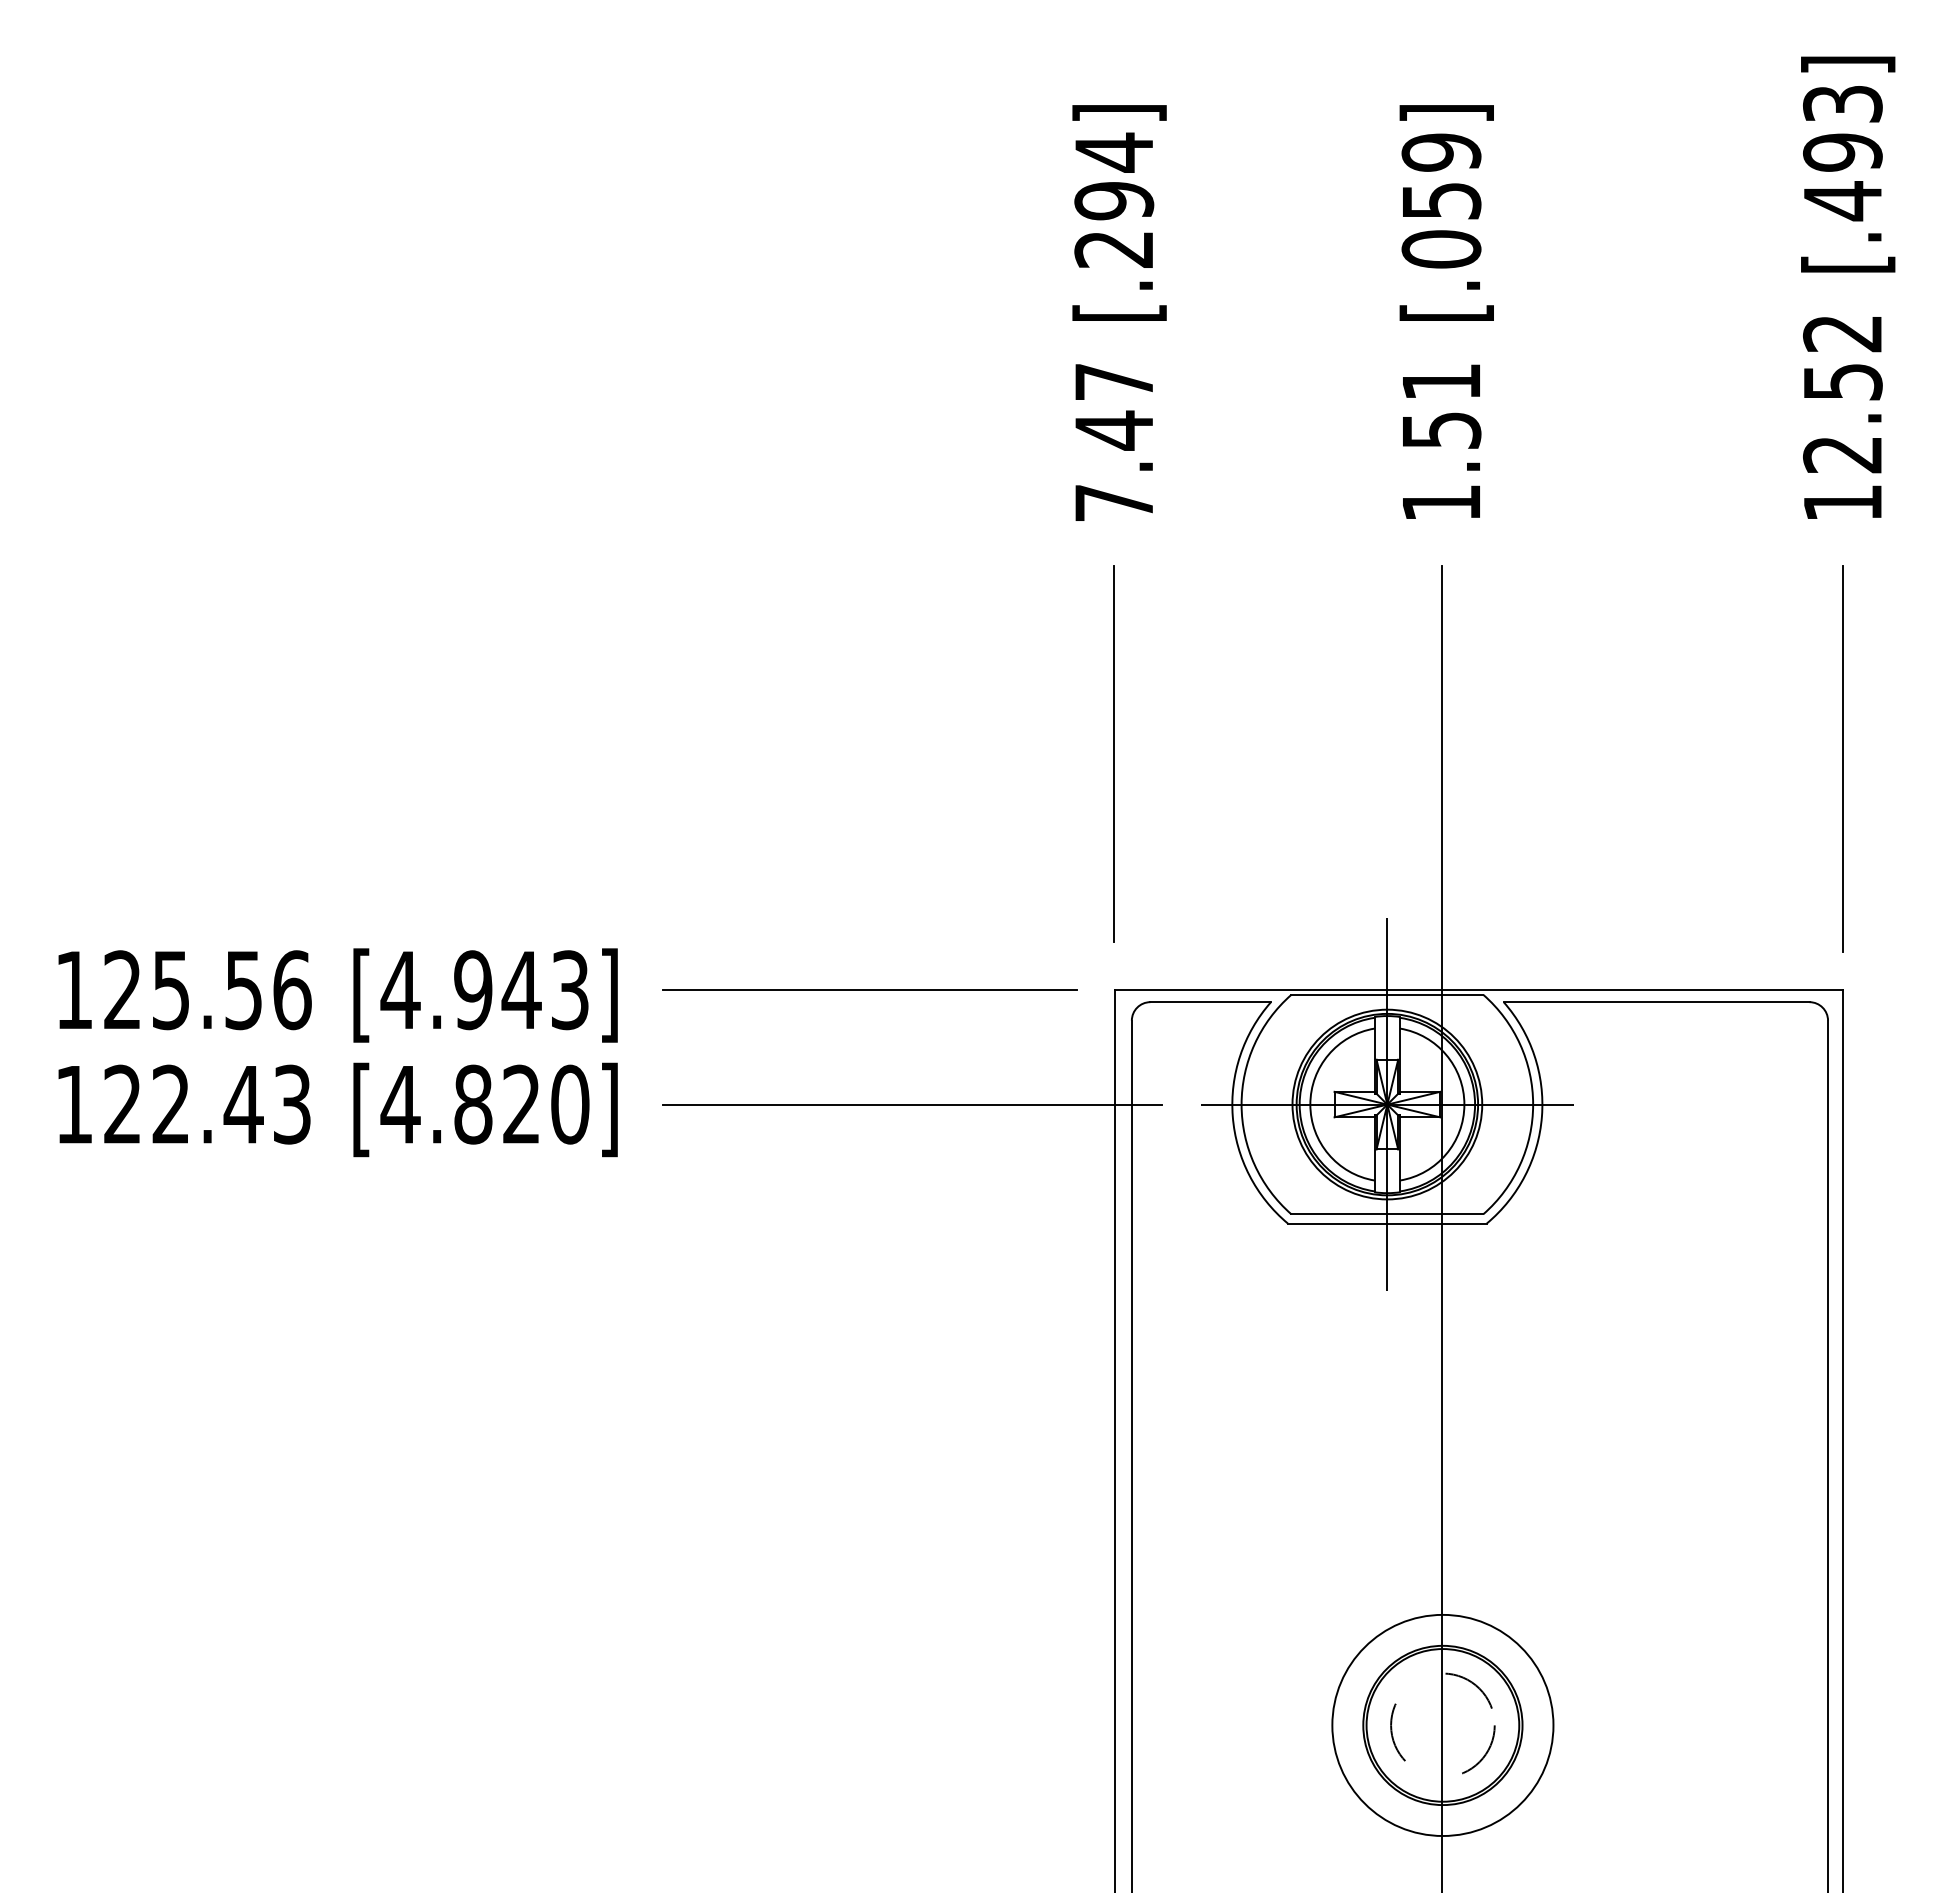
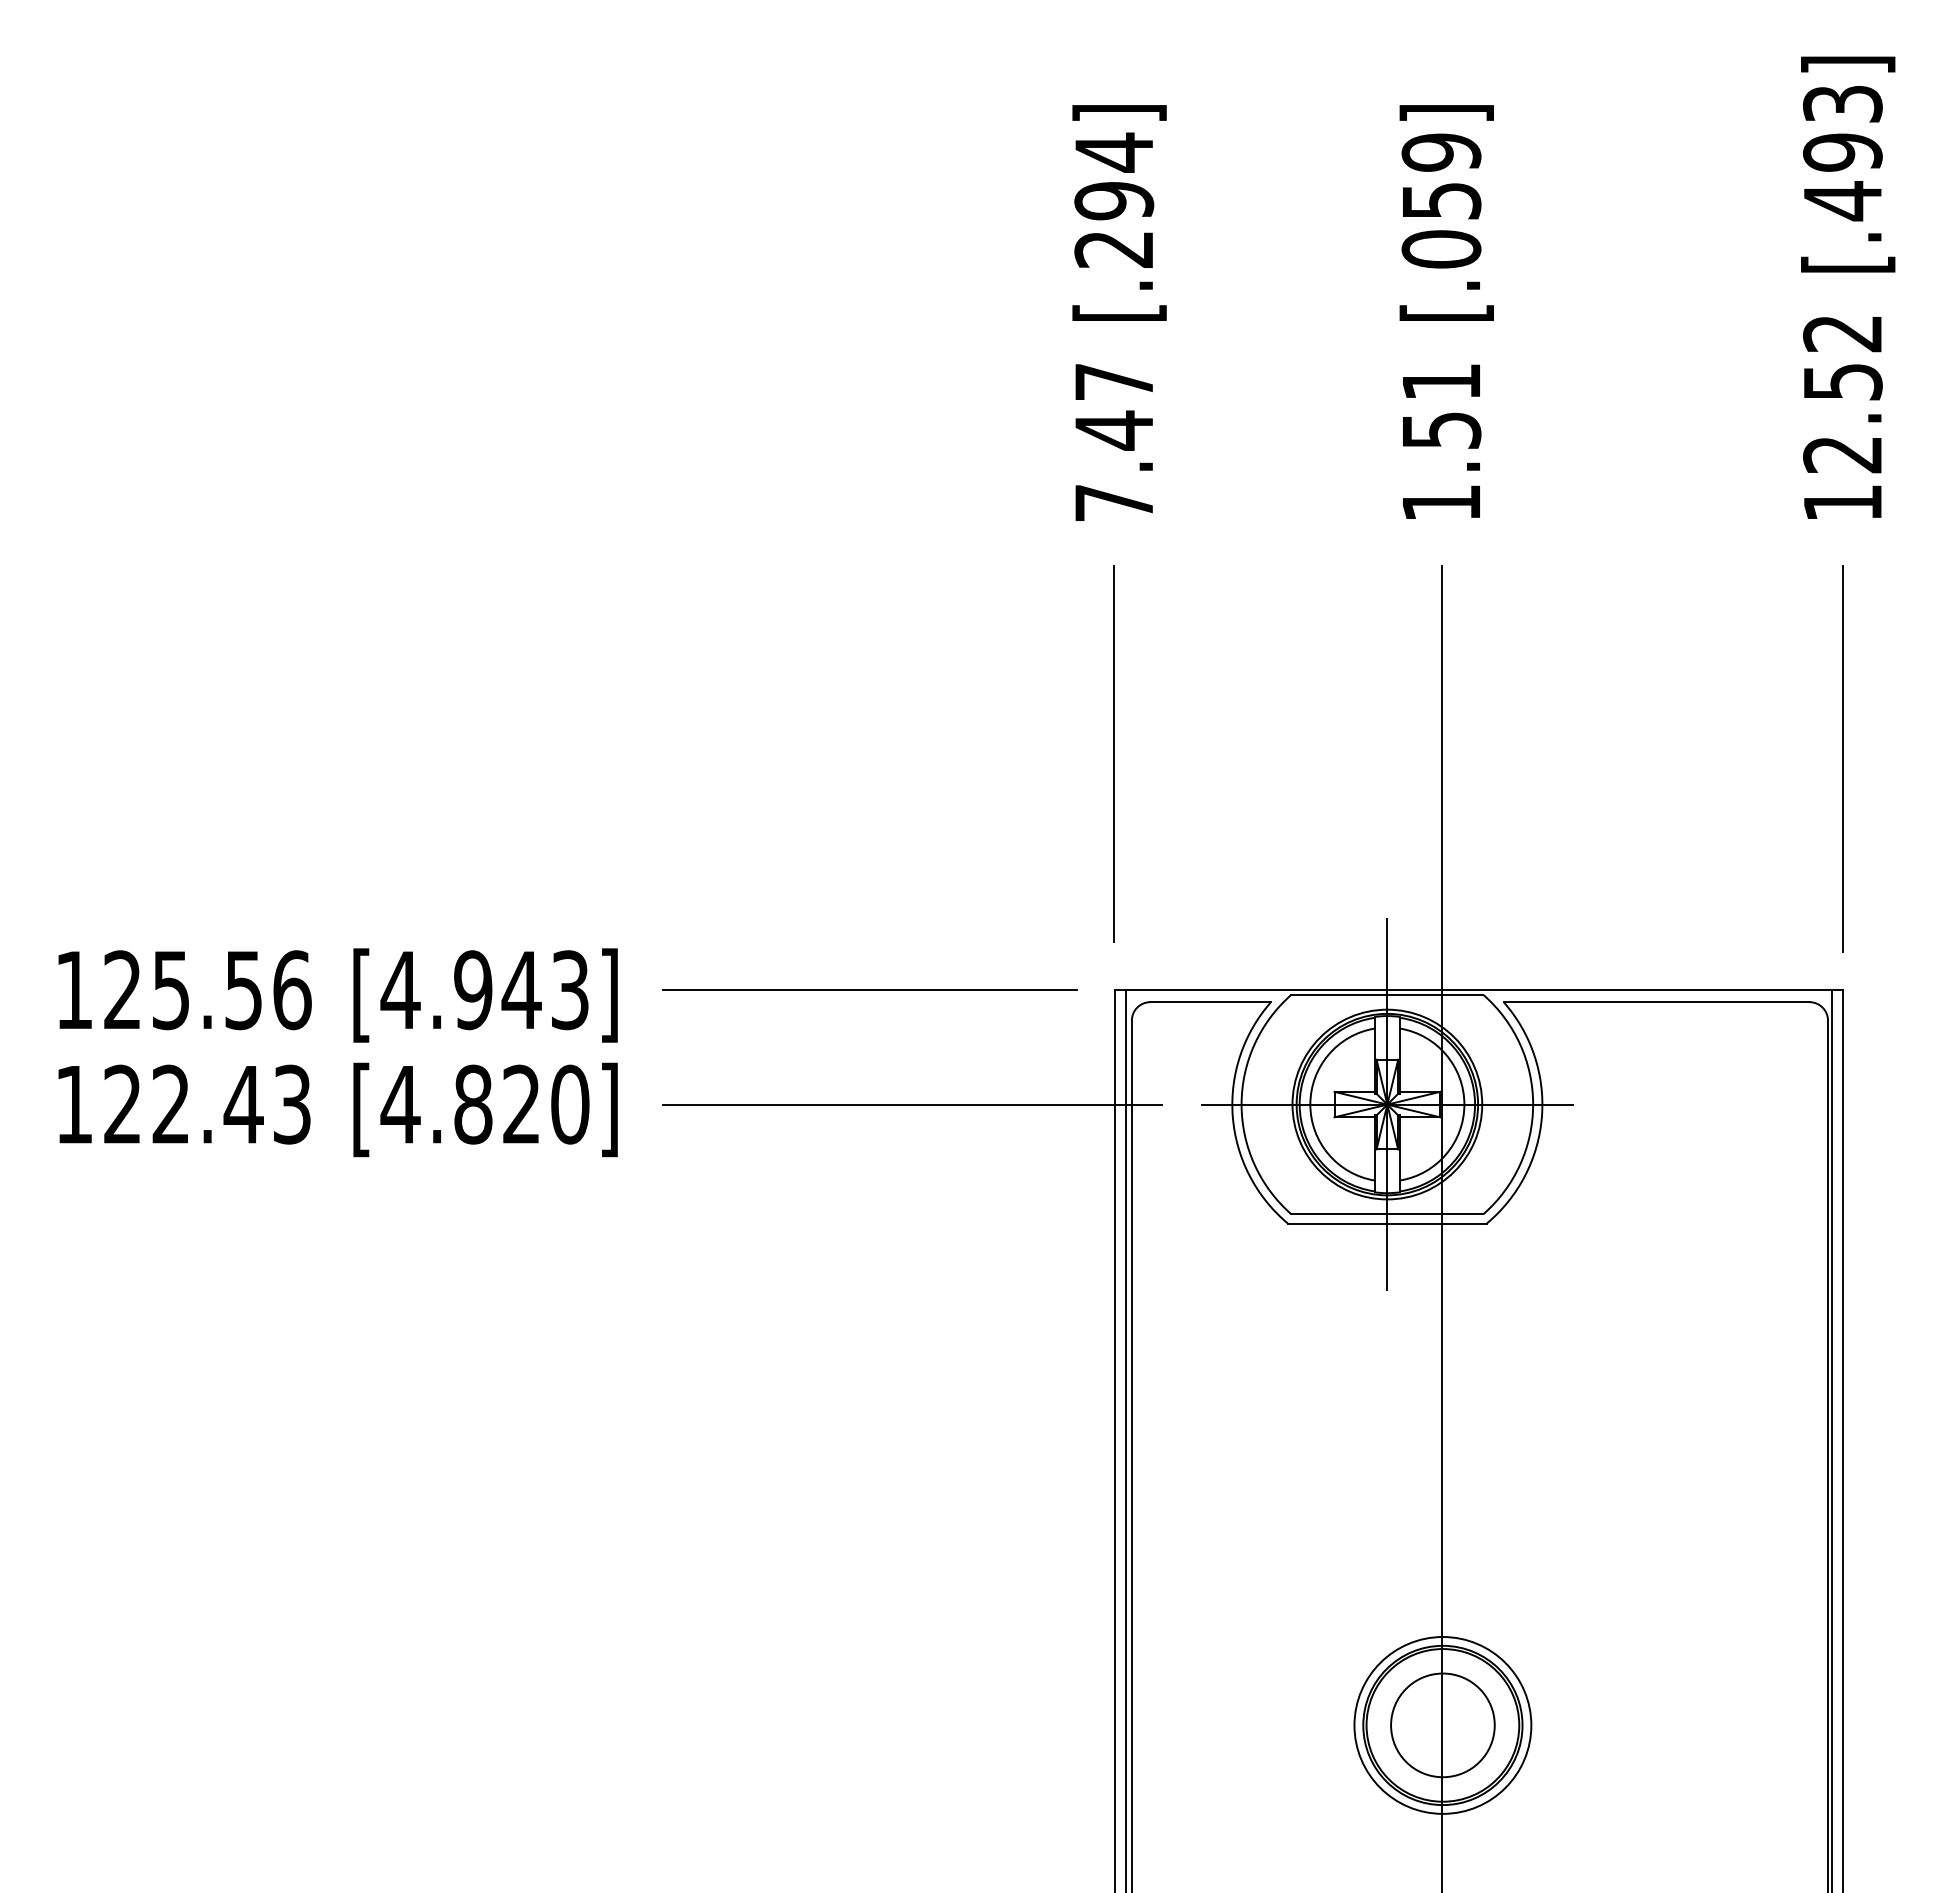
line at (1126, 1439): none -> present
line at (1831, 1439): none -> present
circle at (1442, 1725) diameter: 221 px -> 177 px
circle at (1442, 1725): dashed -> solid
